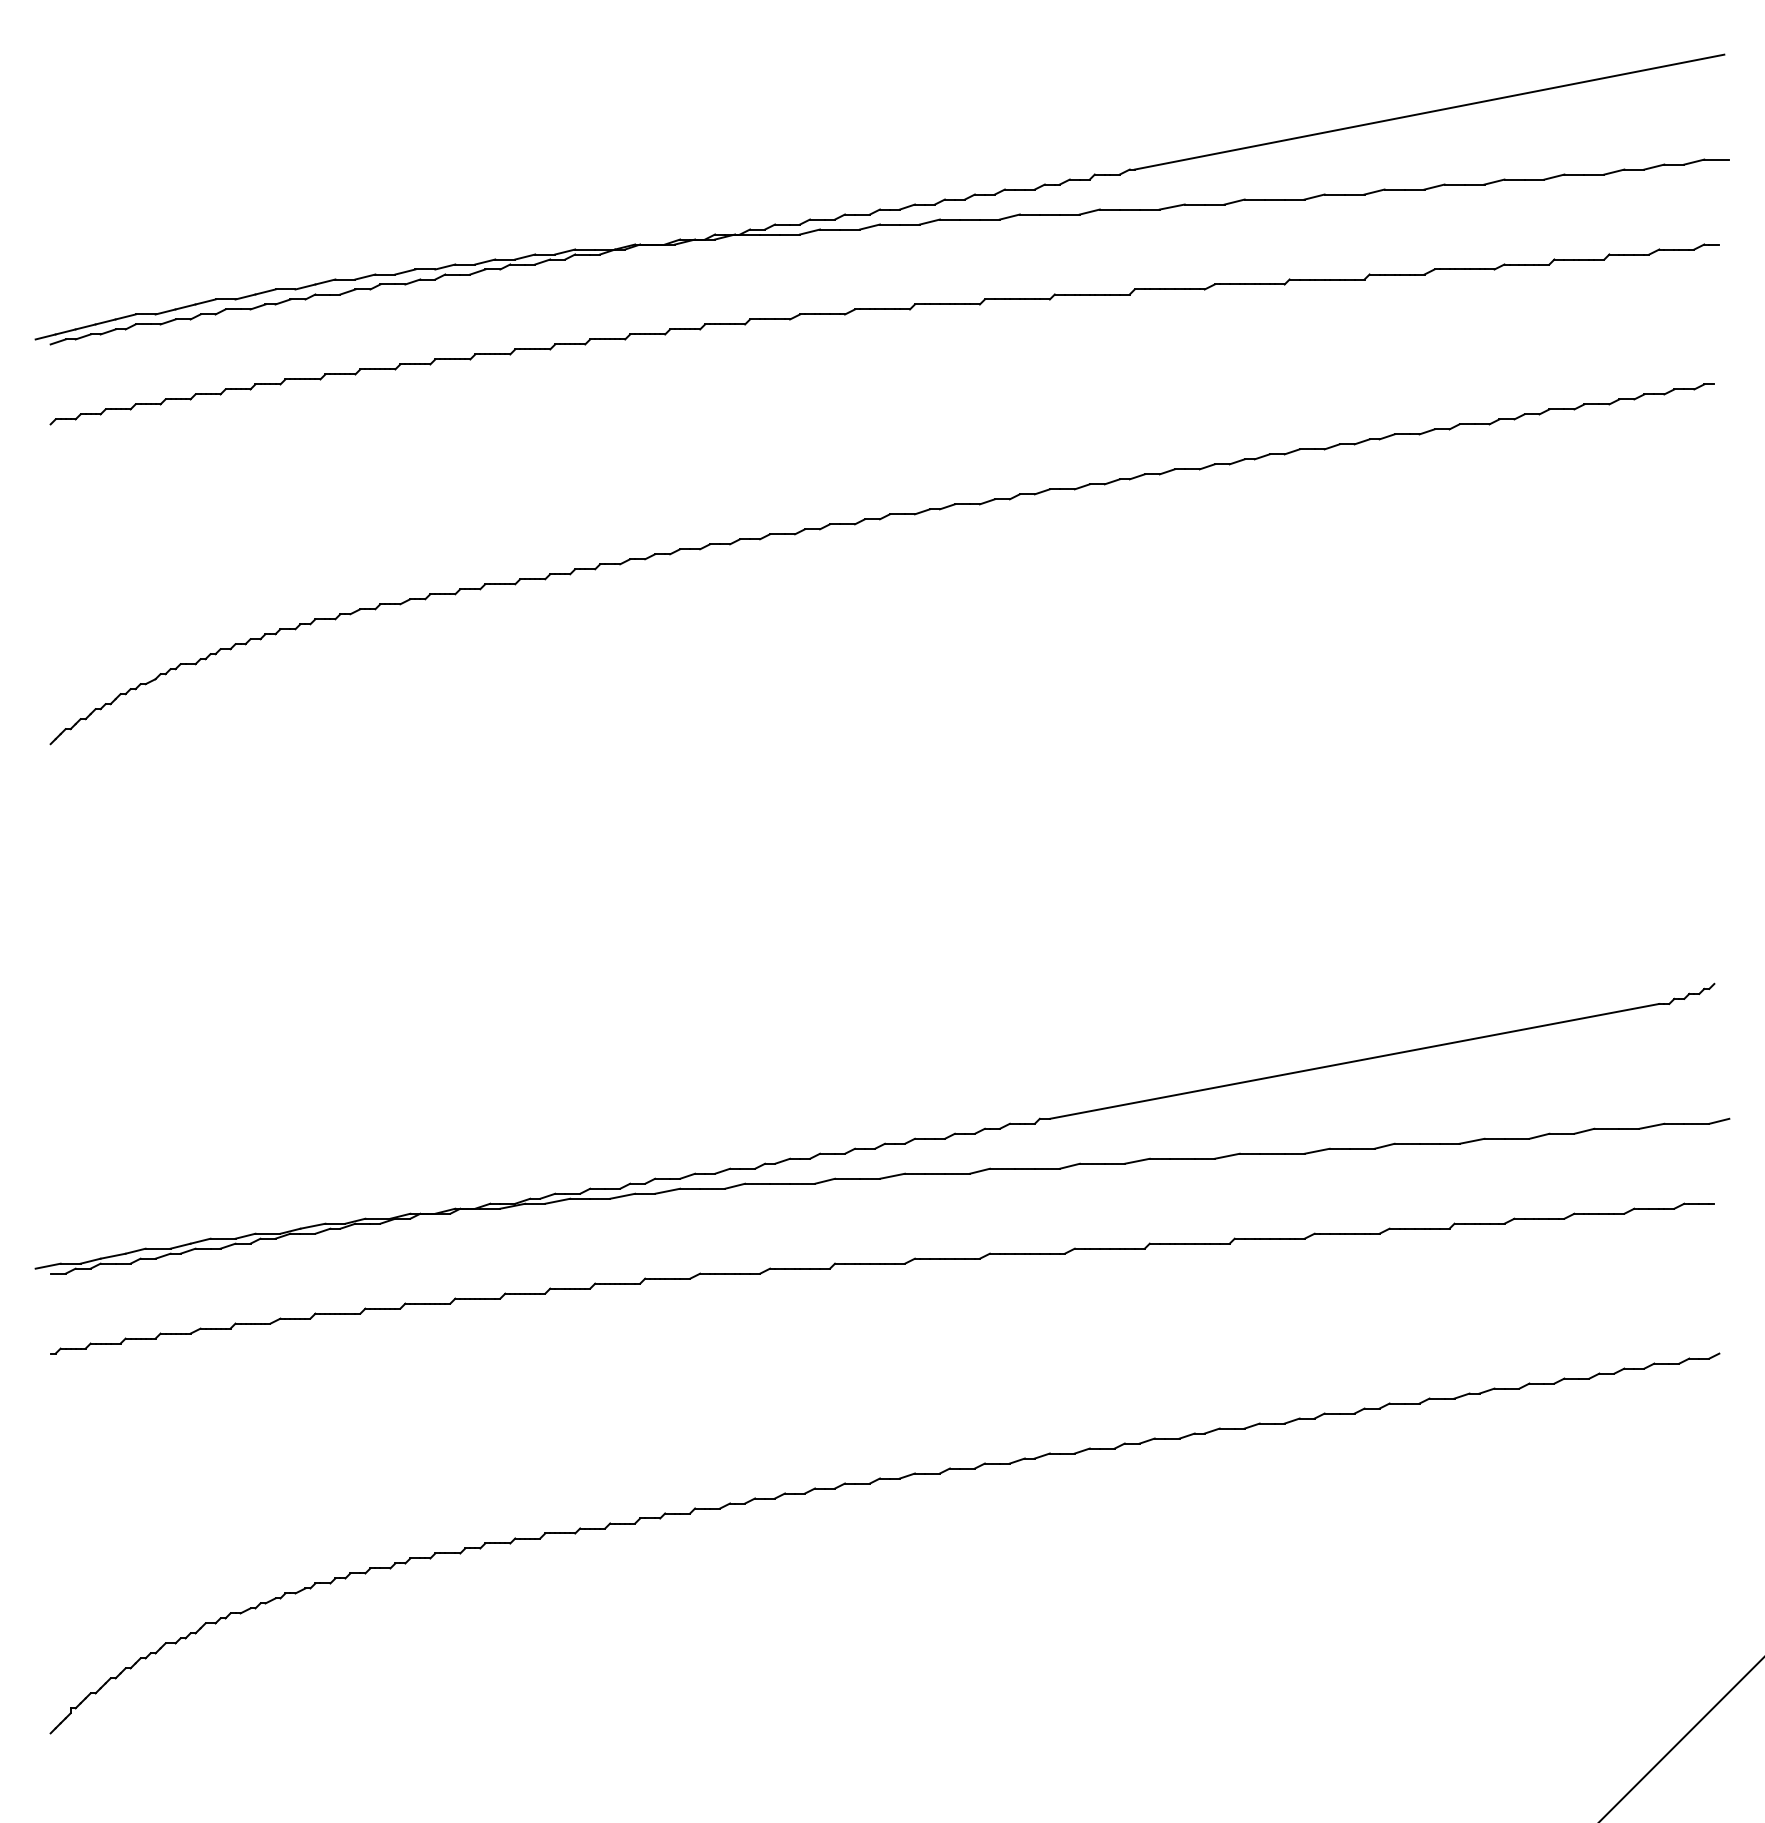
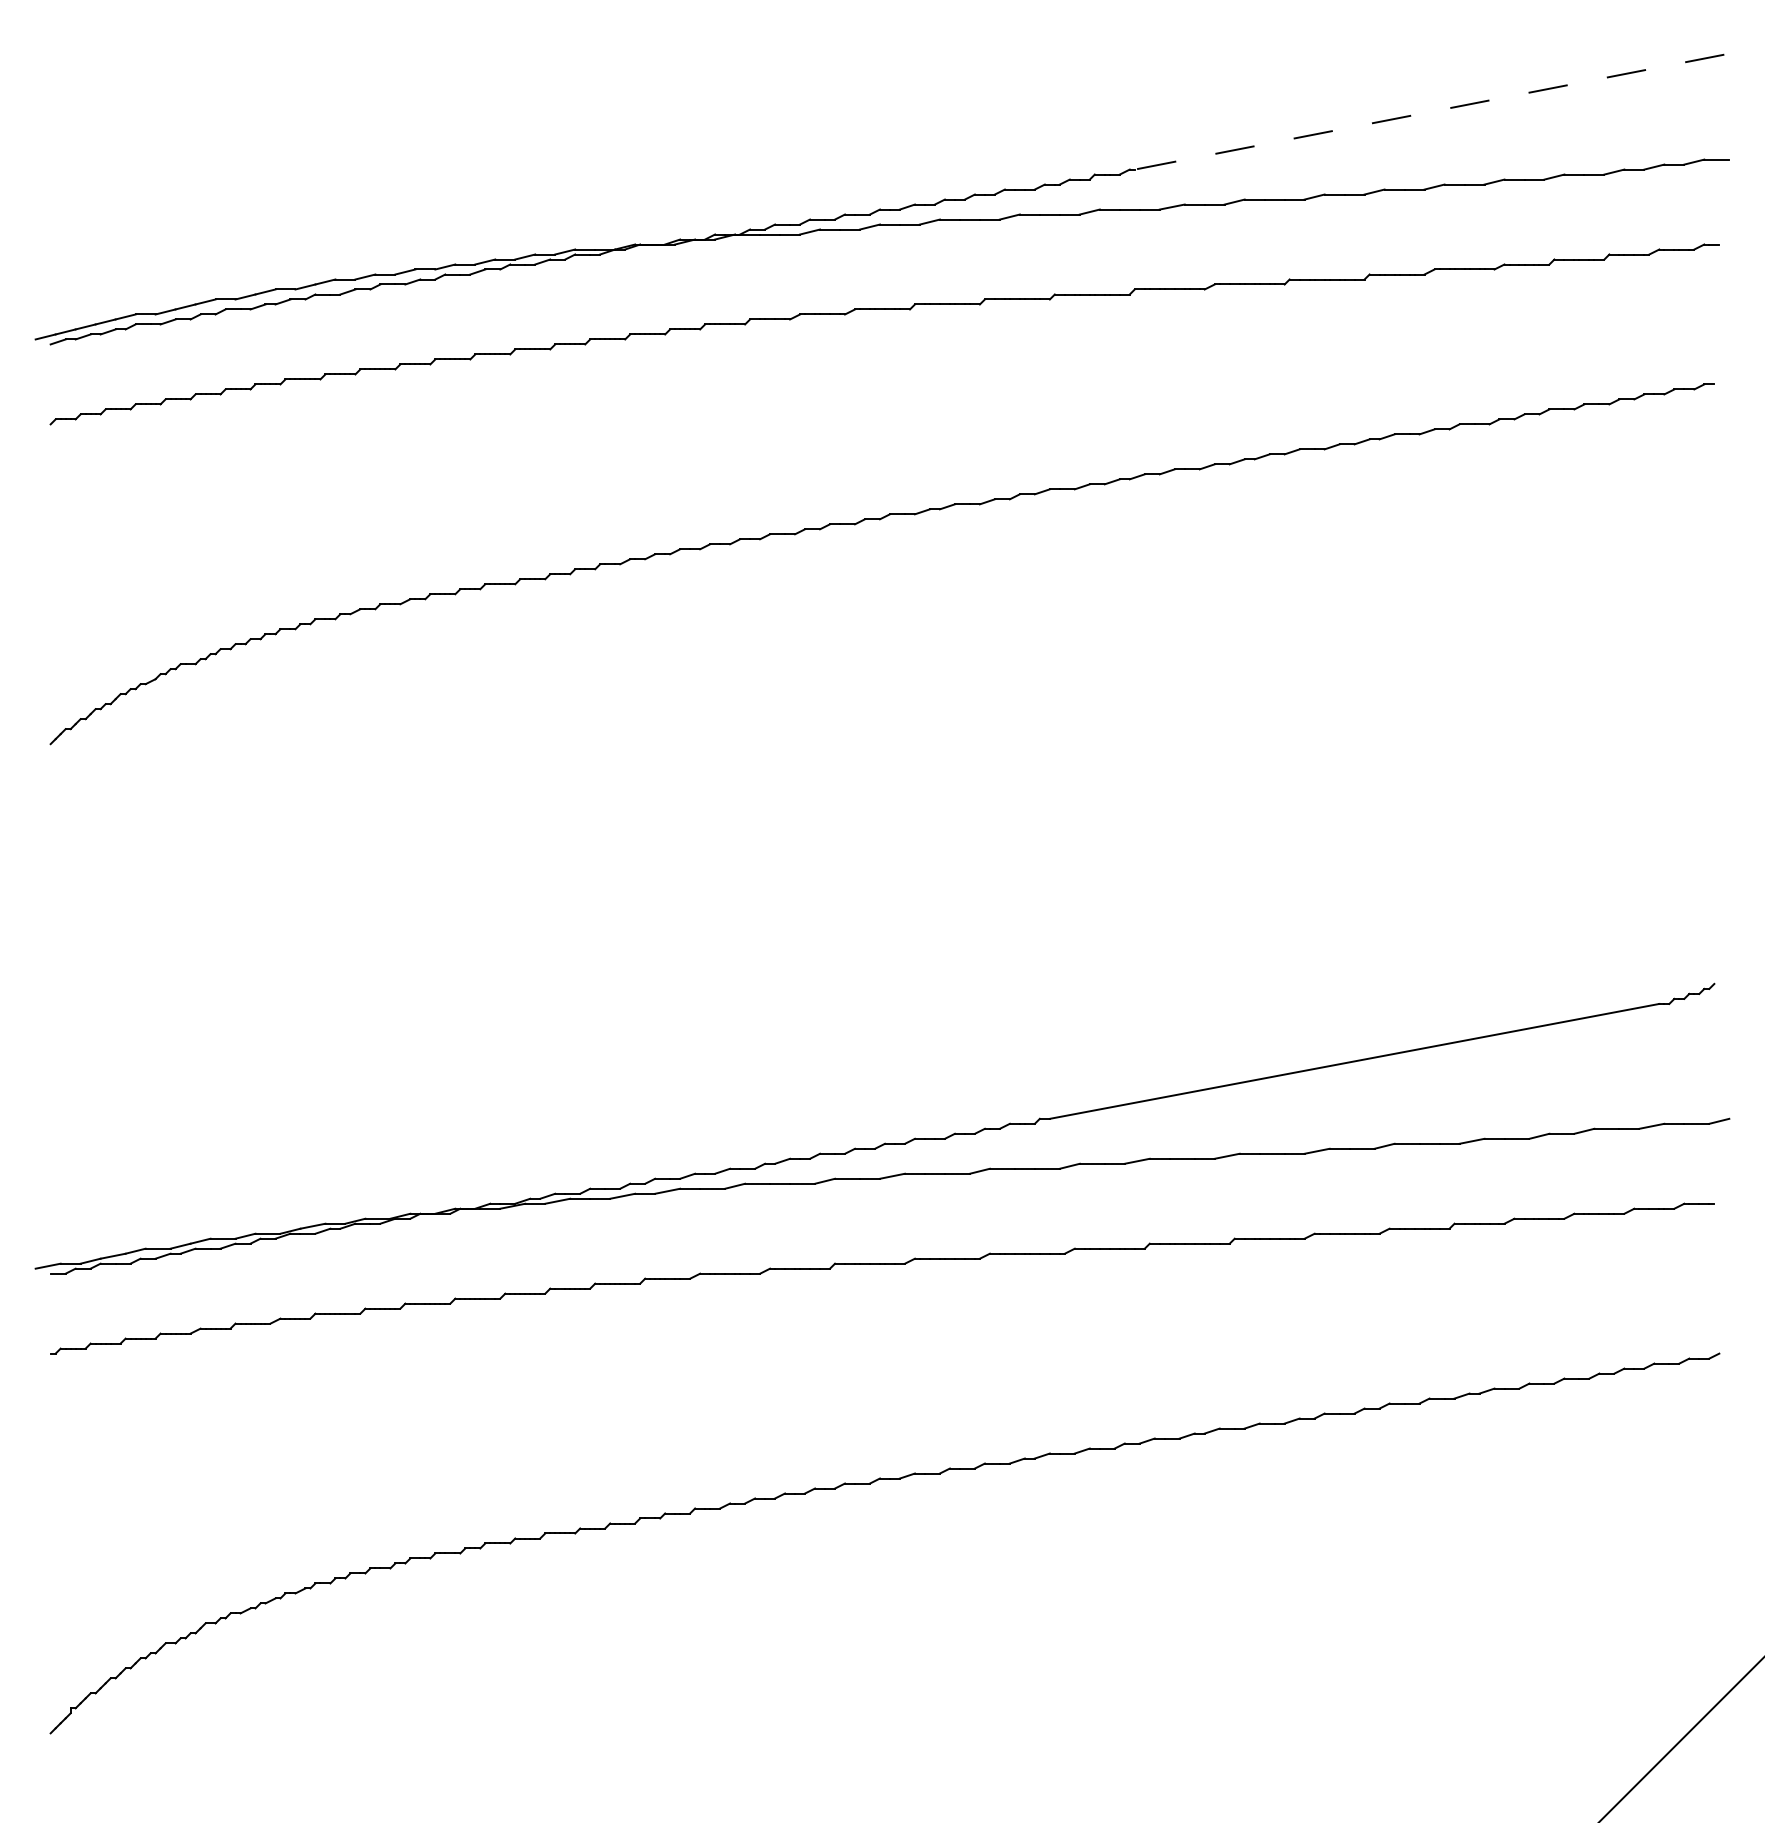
line at (1429, 112): solid -> dashed
